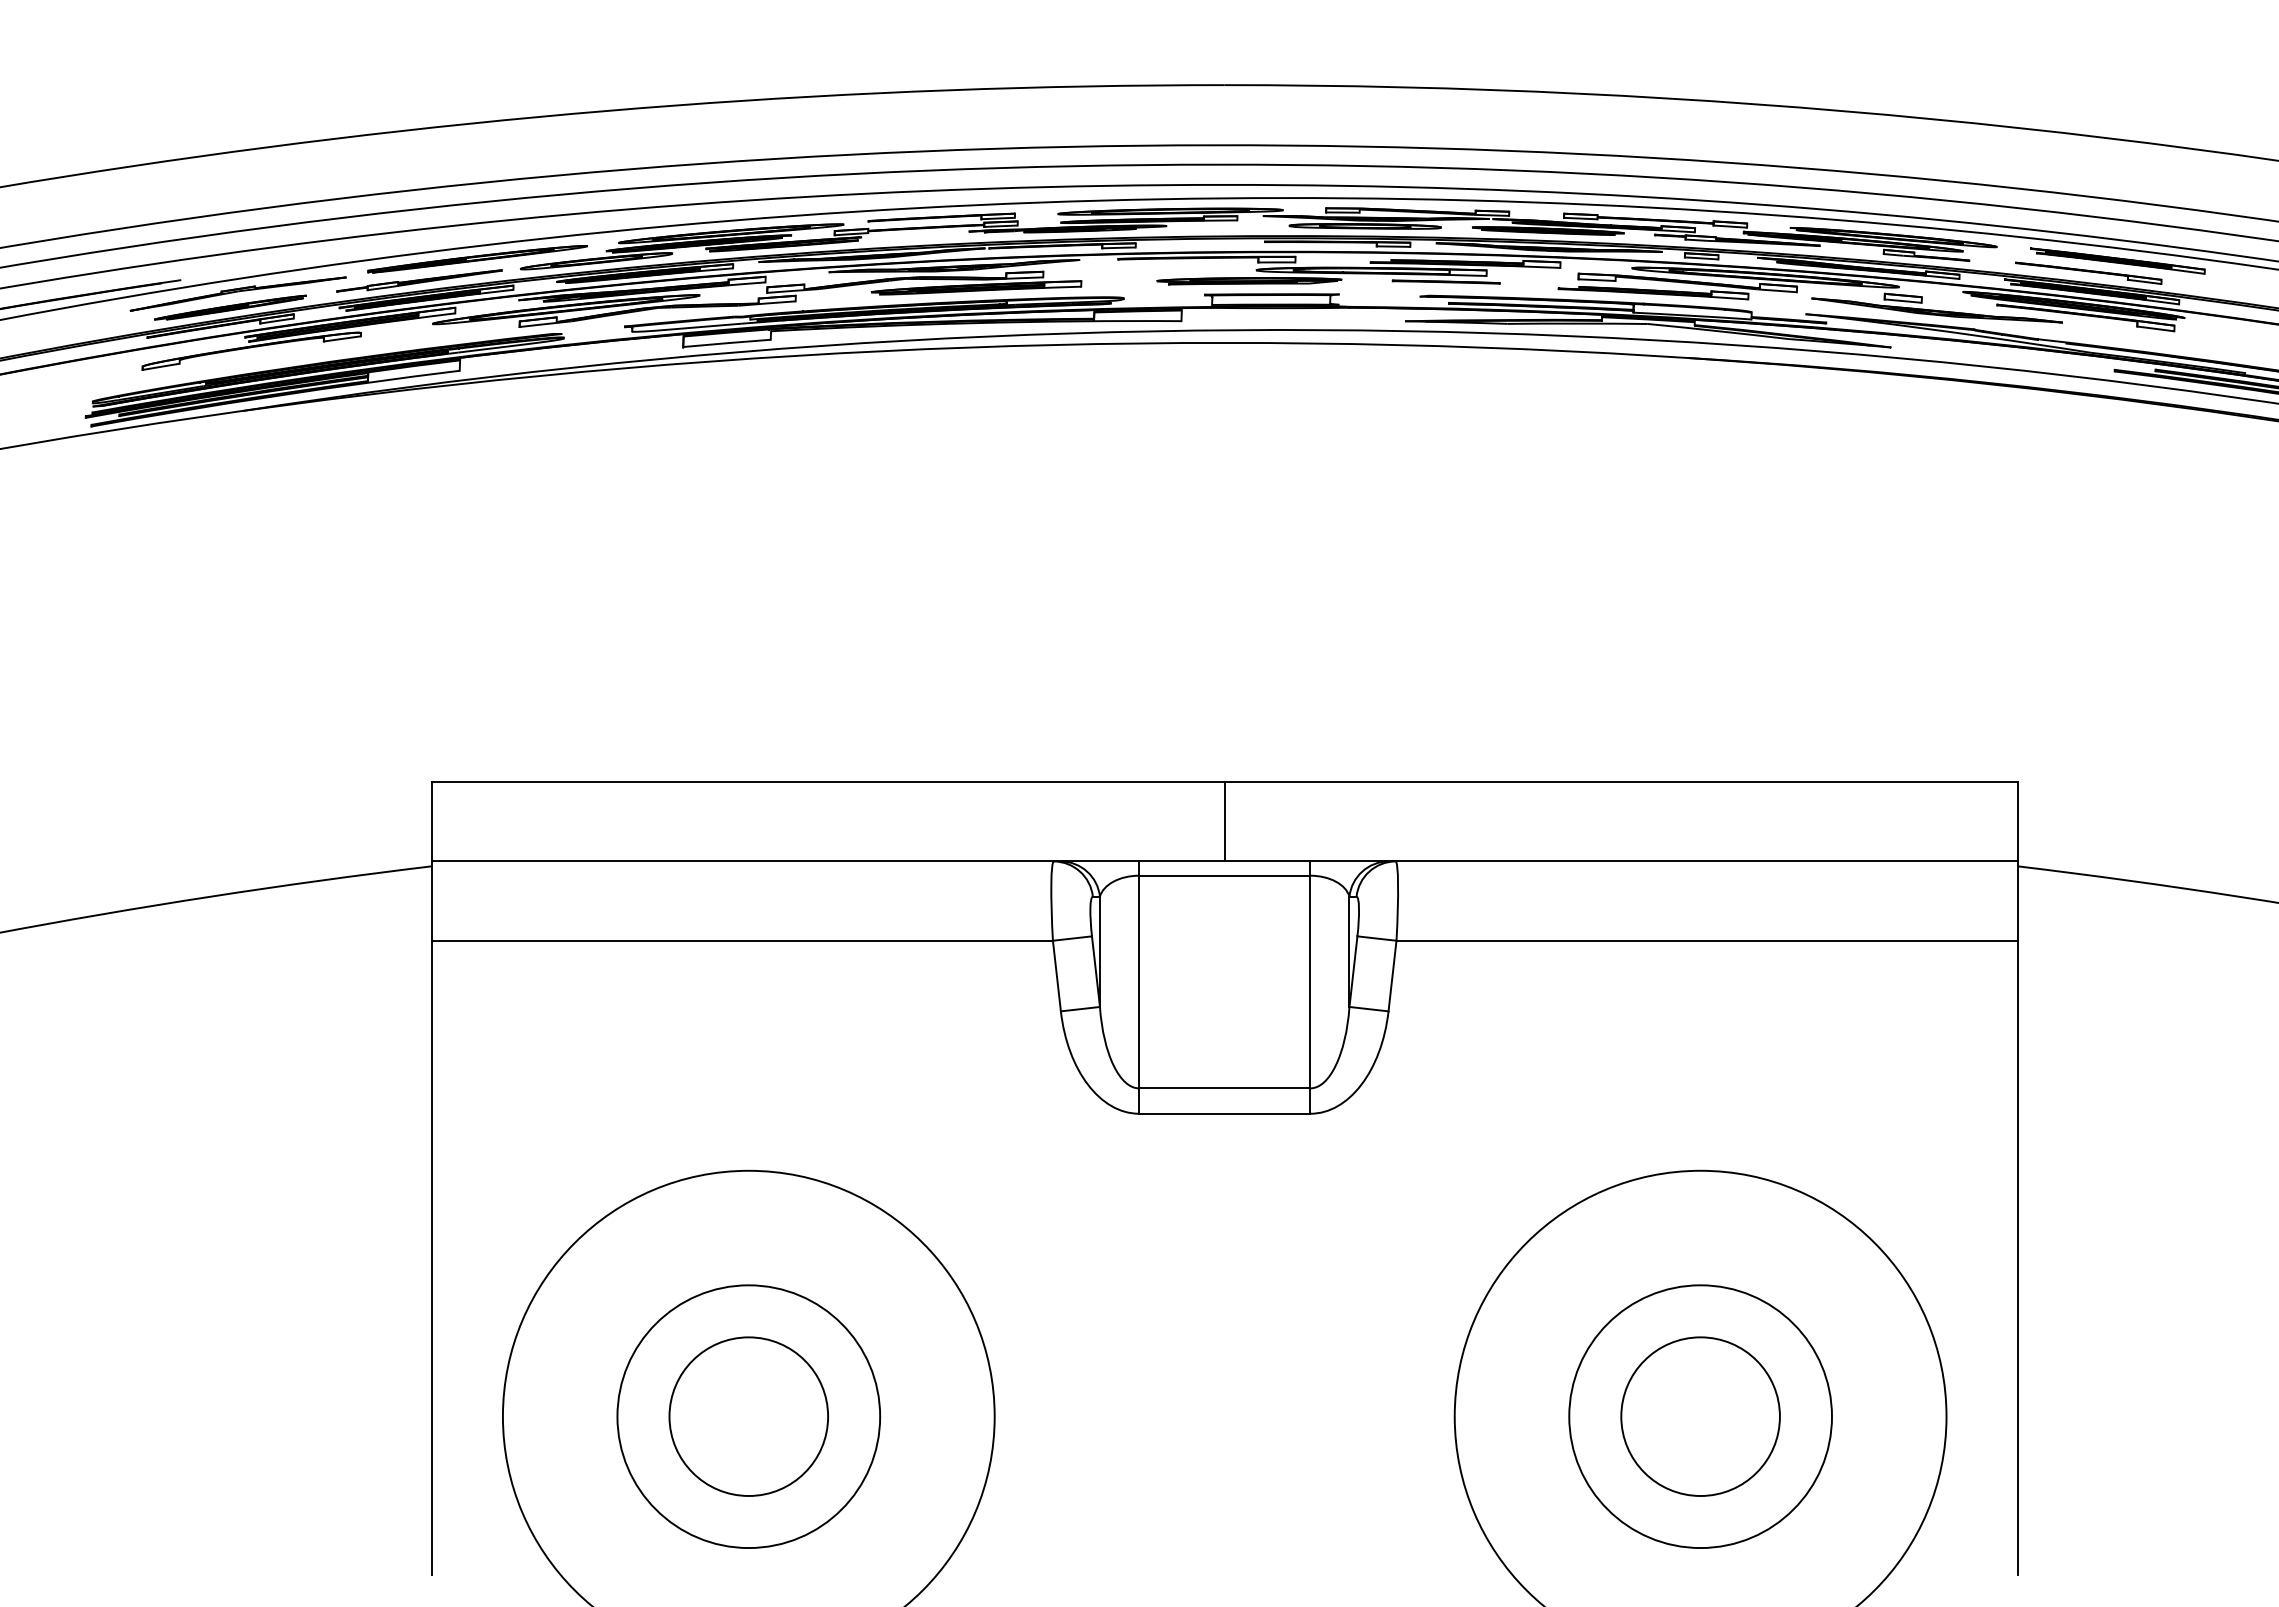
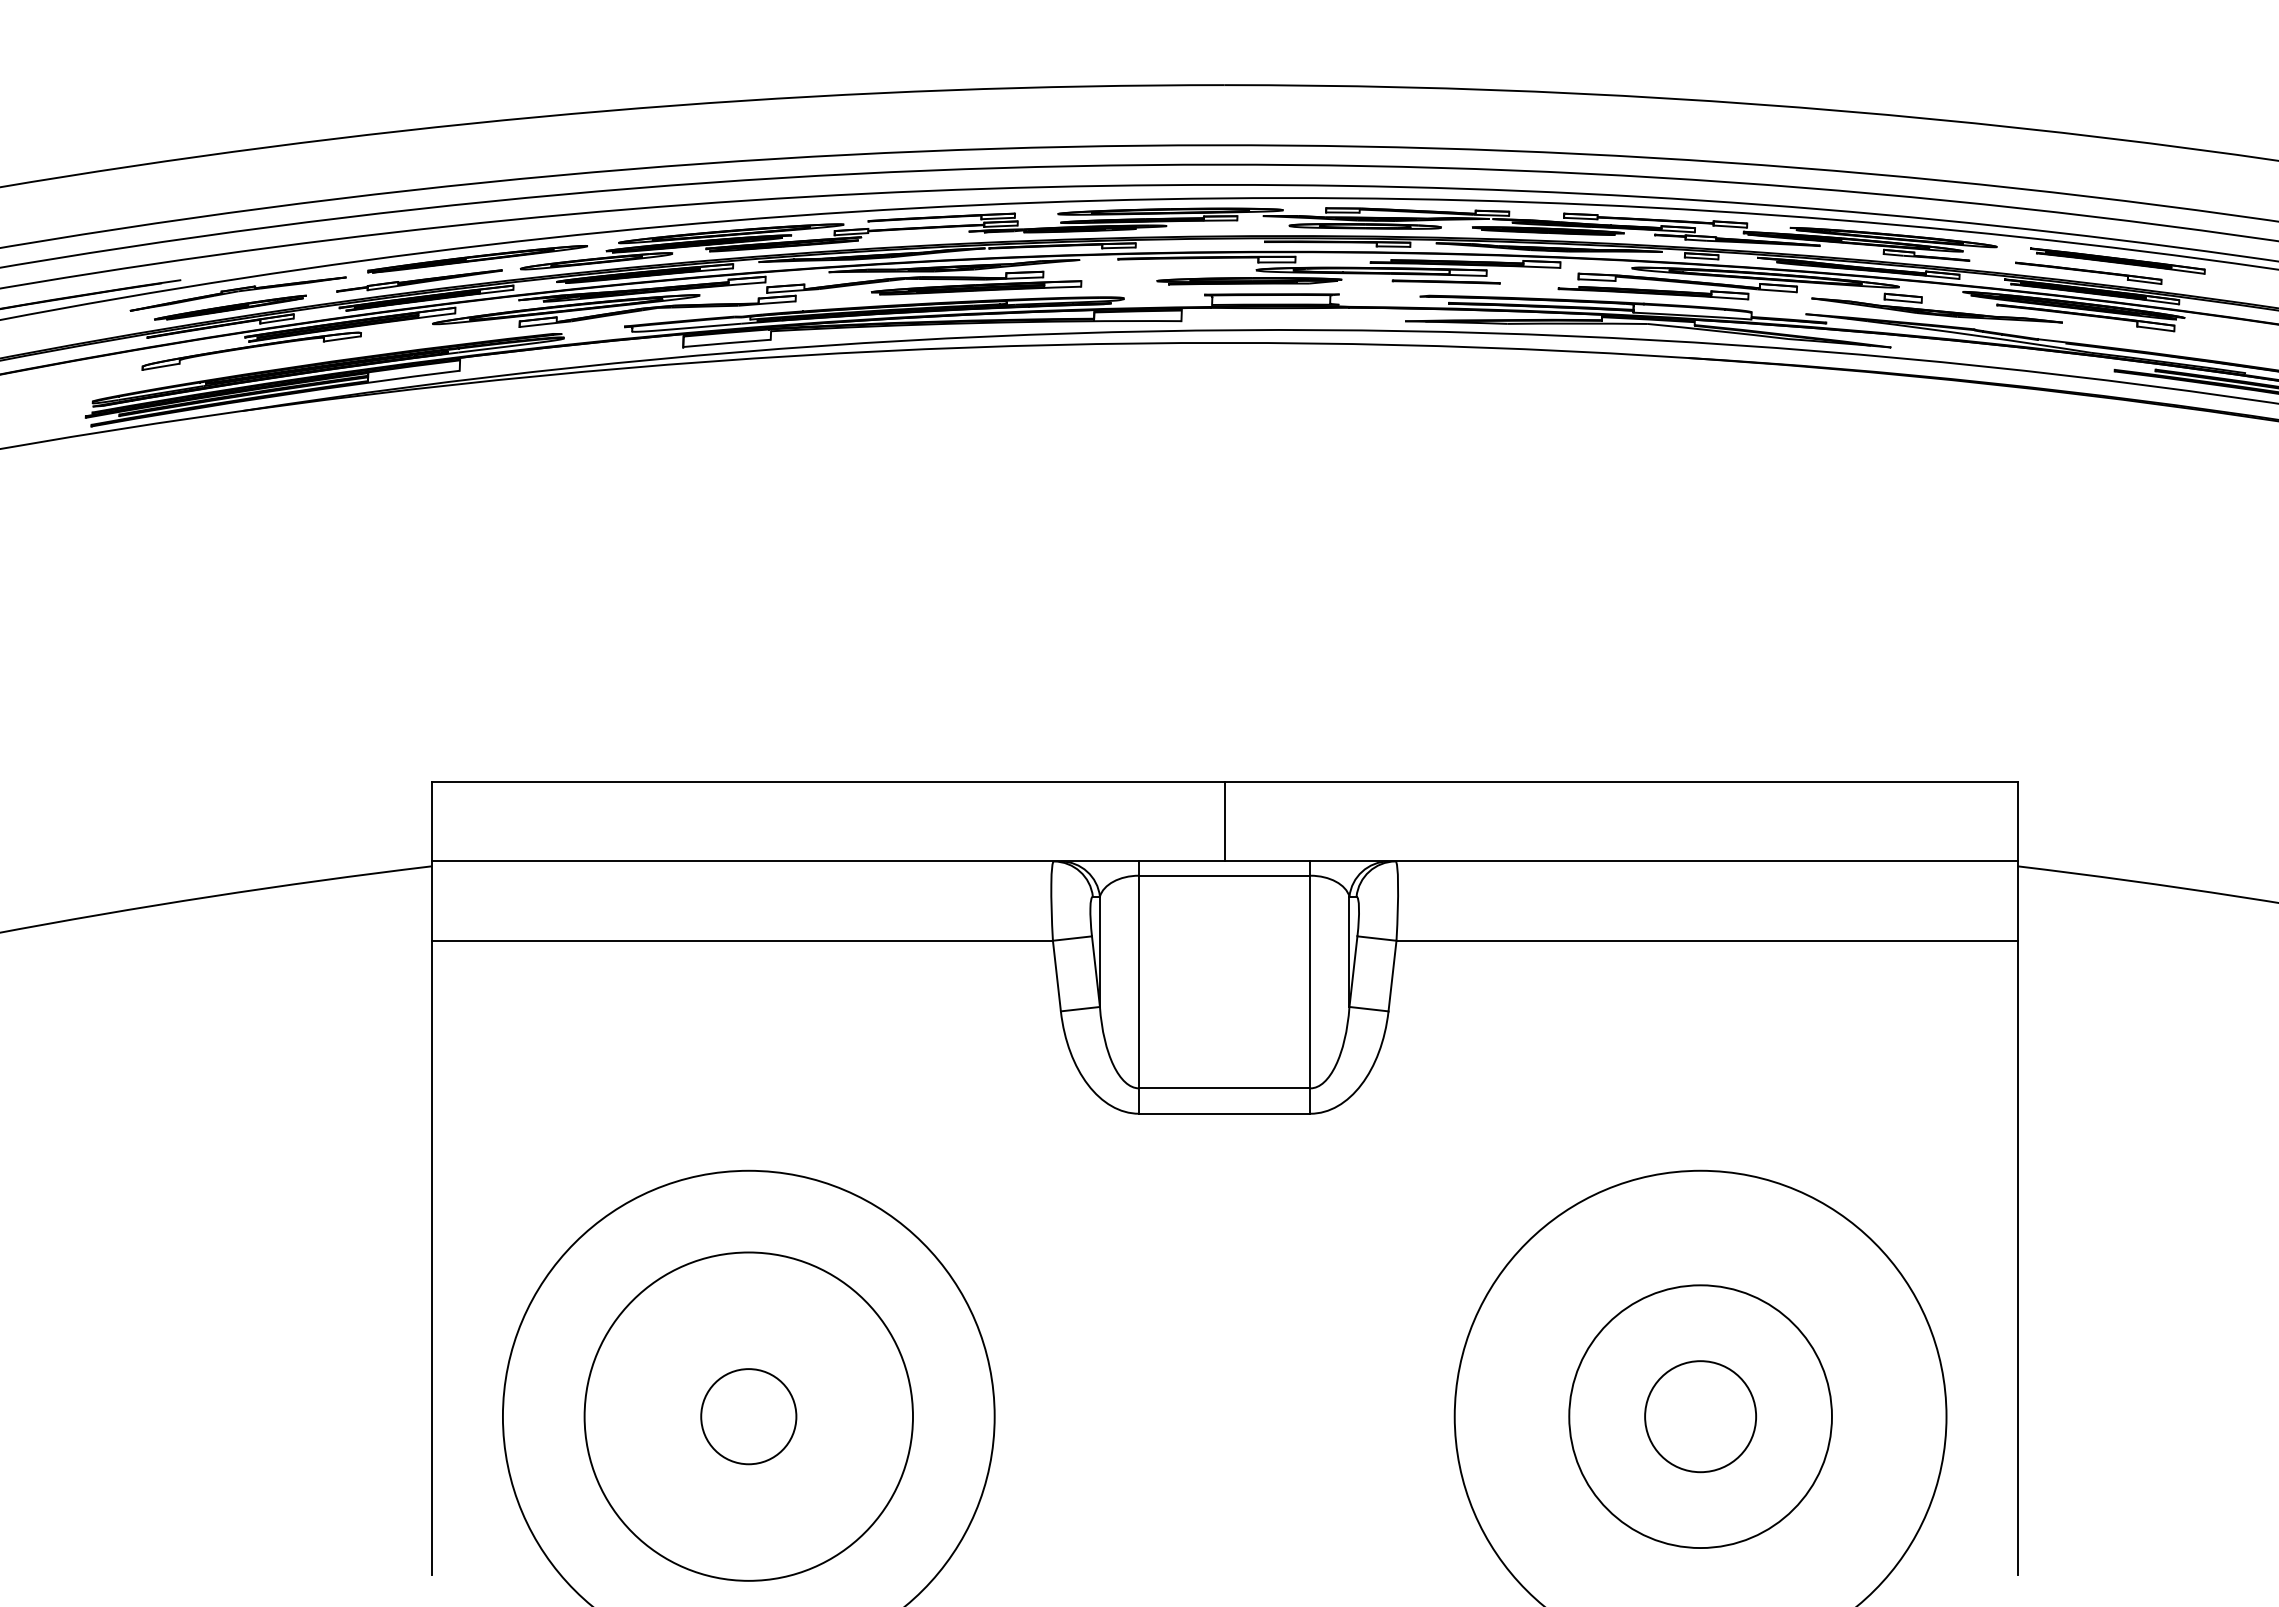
circle at (748, 1416) diameter: 159 px -> 95 px
circle at (748, 1416) diameter: 263 px -> 328 px
circle at (1700, 1416) diameter: 159 px -> 111 px
